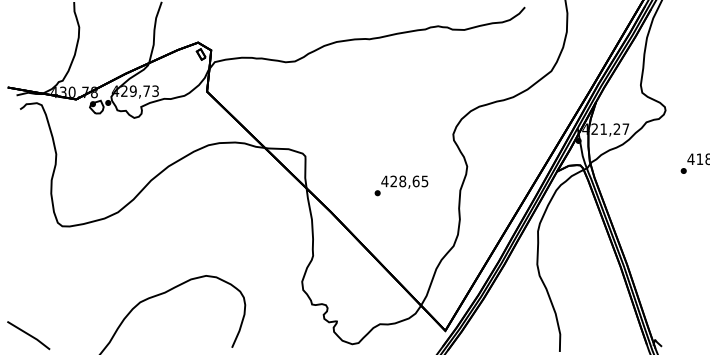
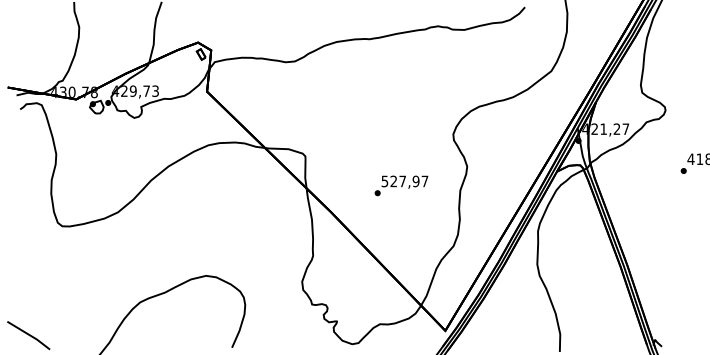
text at (404, 181): 428,65 -> 527,97
